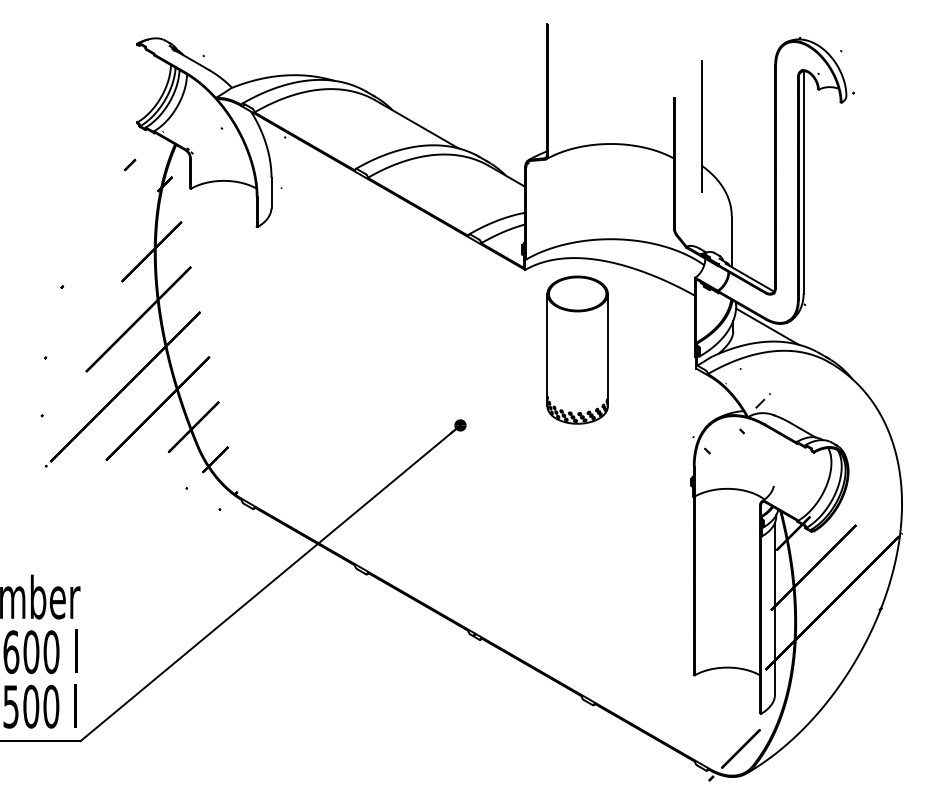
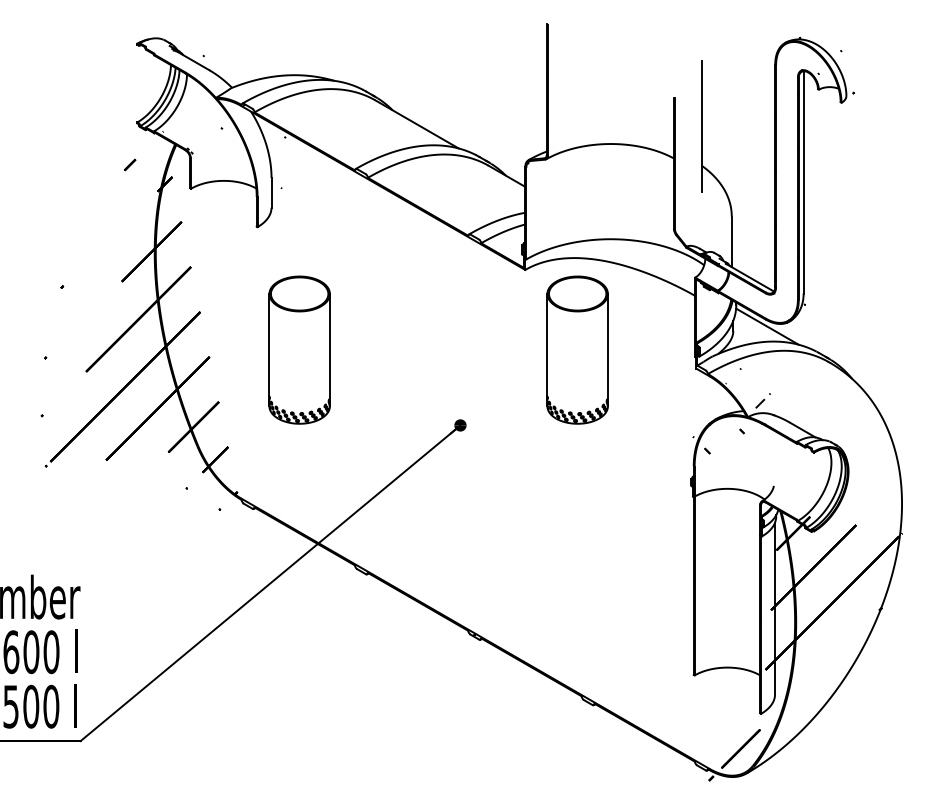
part at (299, 349): none -> present
